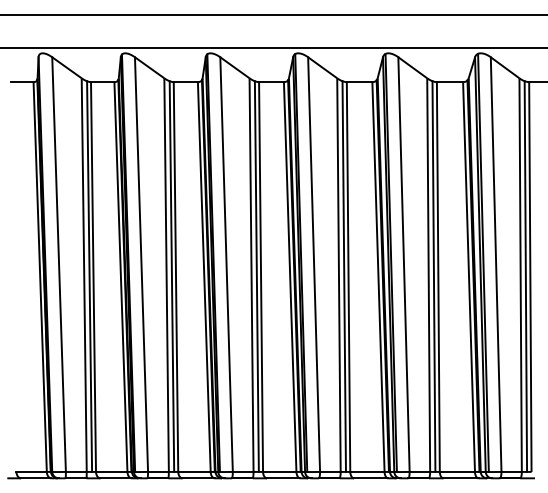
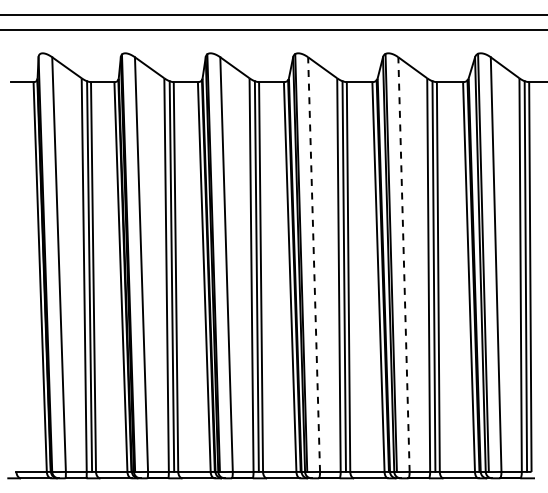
line at (273, 47) position: (273, 47) -> (273, 29)
line at (314, 264): solid -> dashed
line at (403, 264): solid -> dashed
